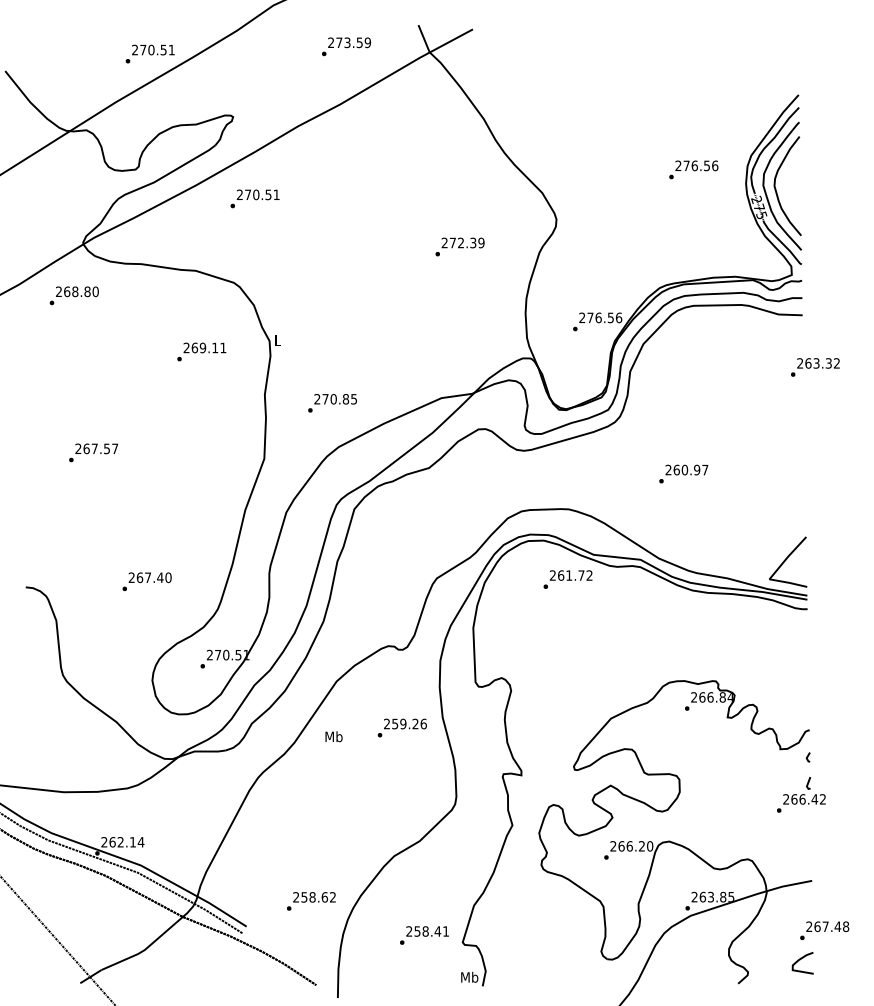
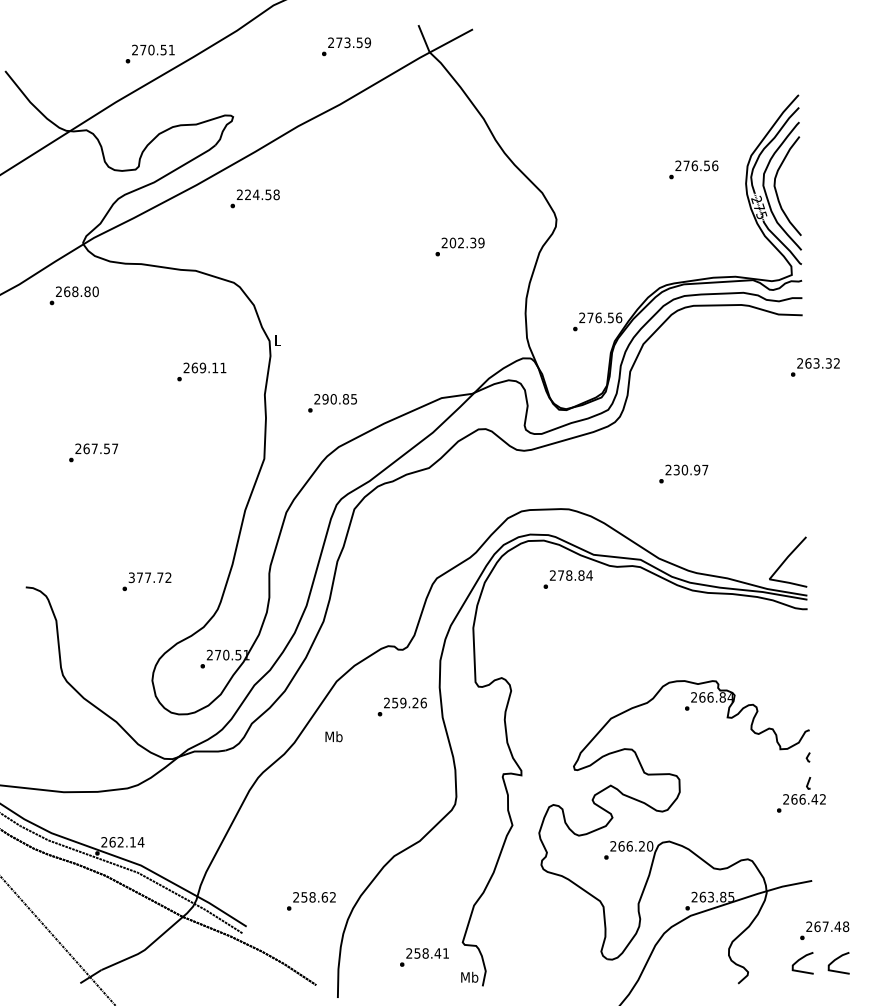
text at (262, 194): 270.51 -> 224.58
text at (452, 242): 272.39 -> 202.39
text at (201, 351) position: (201, 351) -> (201, 371)
text at (325, 399): 270.85 -> 290.85
text at (676, 469): 260.97 -> 230.97
text at (575, 575): 261.72 -> 278.84
text at (149, 577): 267.40 -> 377.72
text at (401, 727) position: (401, 727) -> (401, 706)
text at (424, 935) position: (424, 935) -> (424, 957)
curve at (836, 960): none -> present
